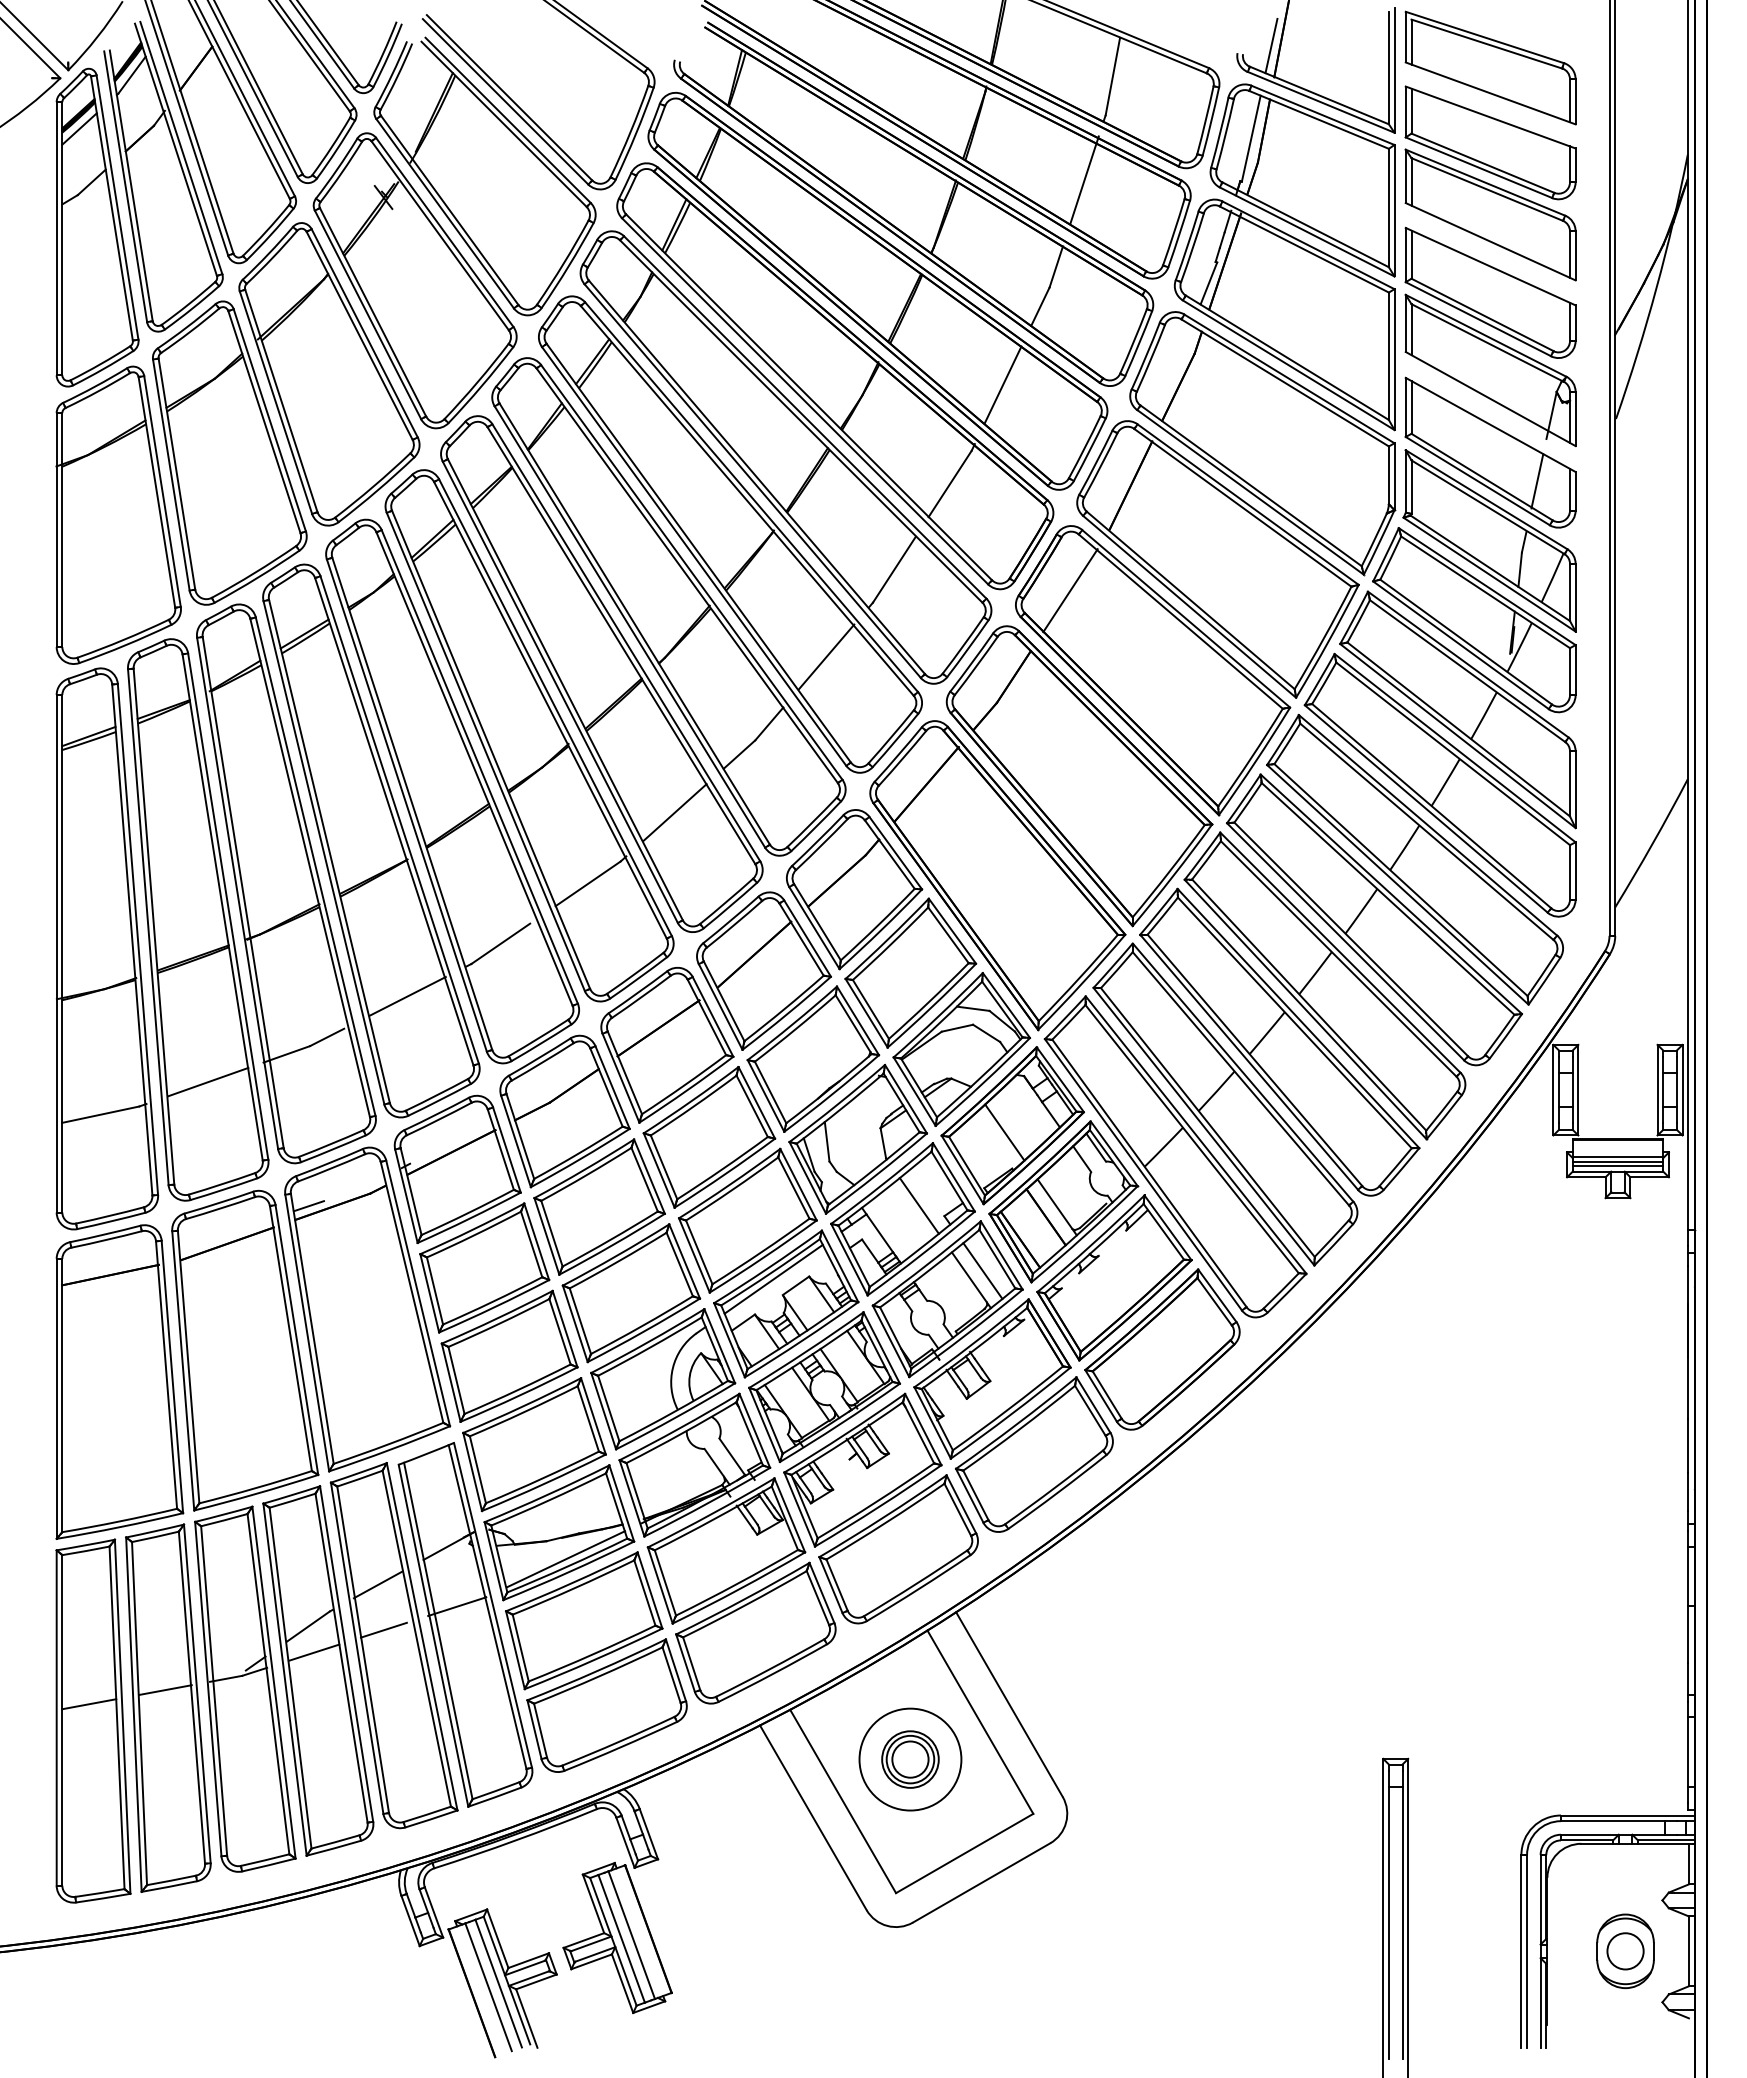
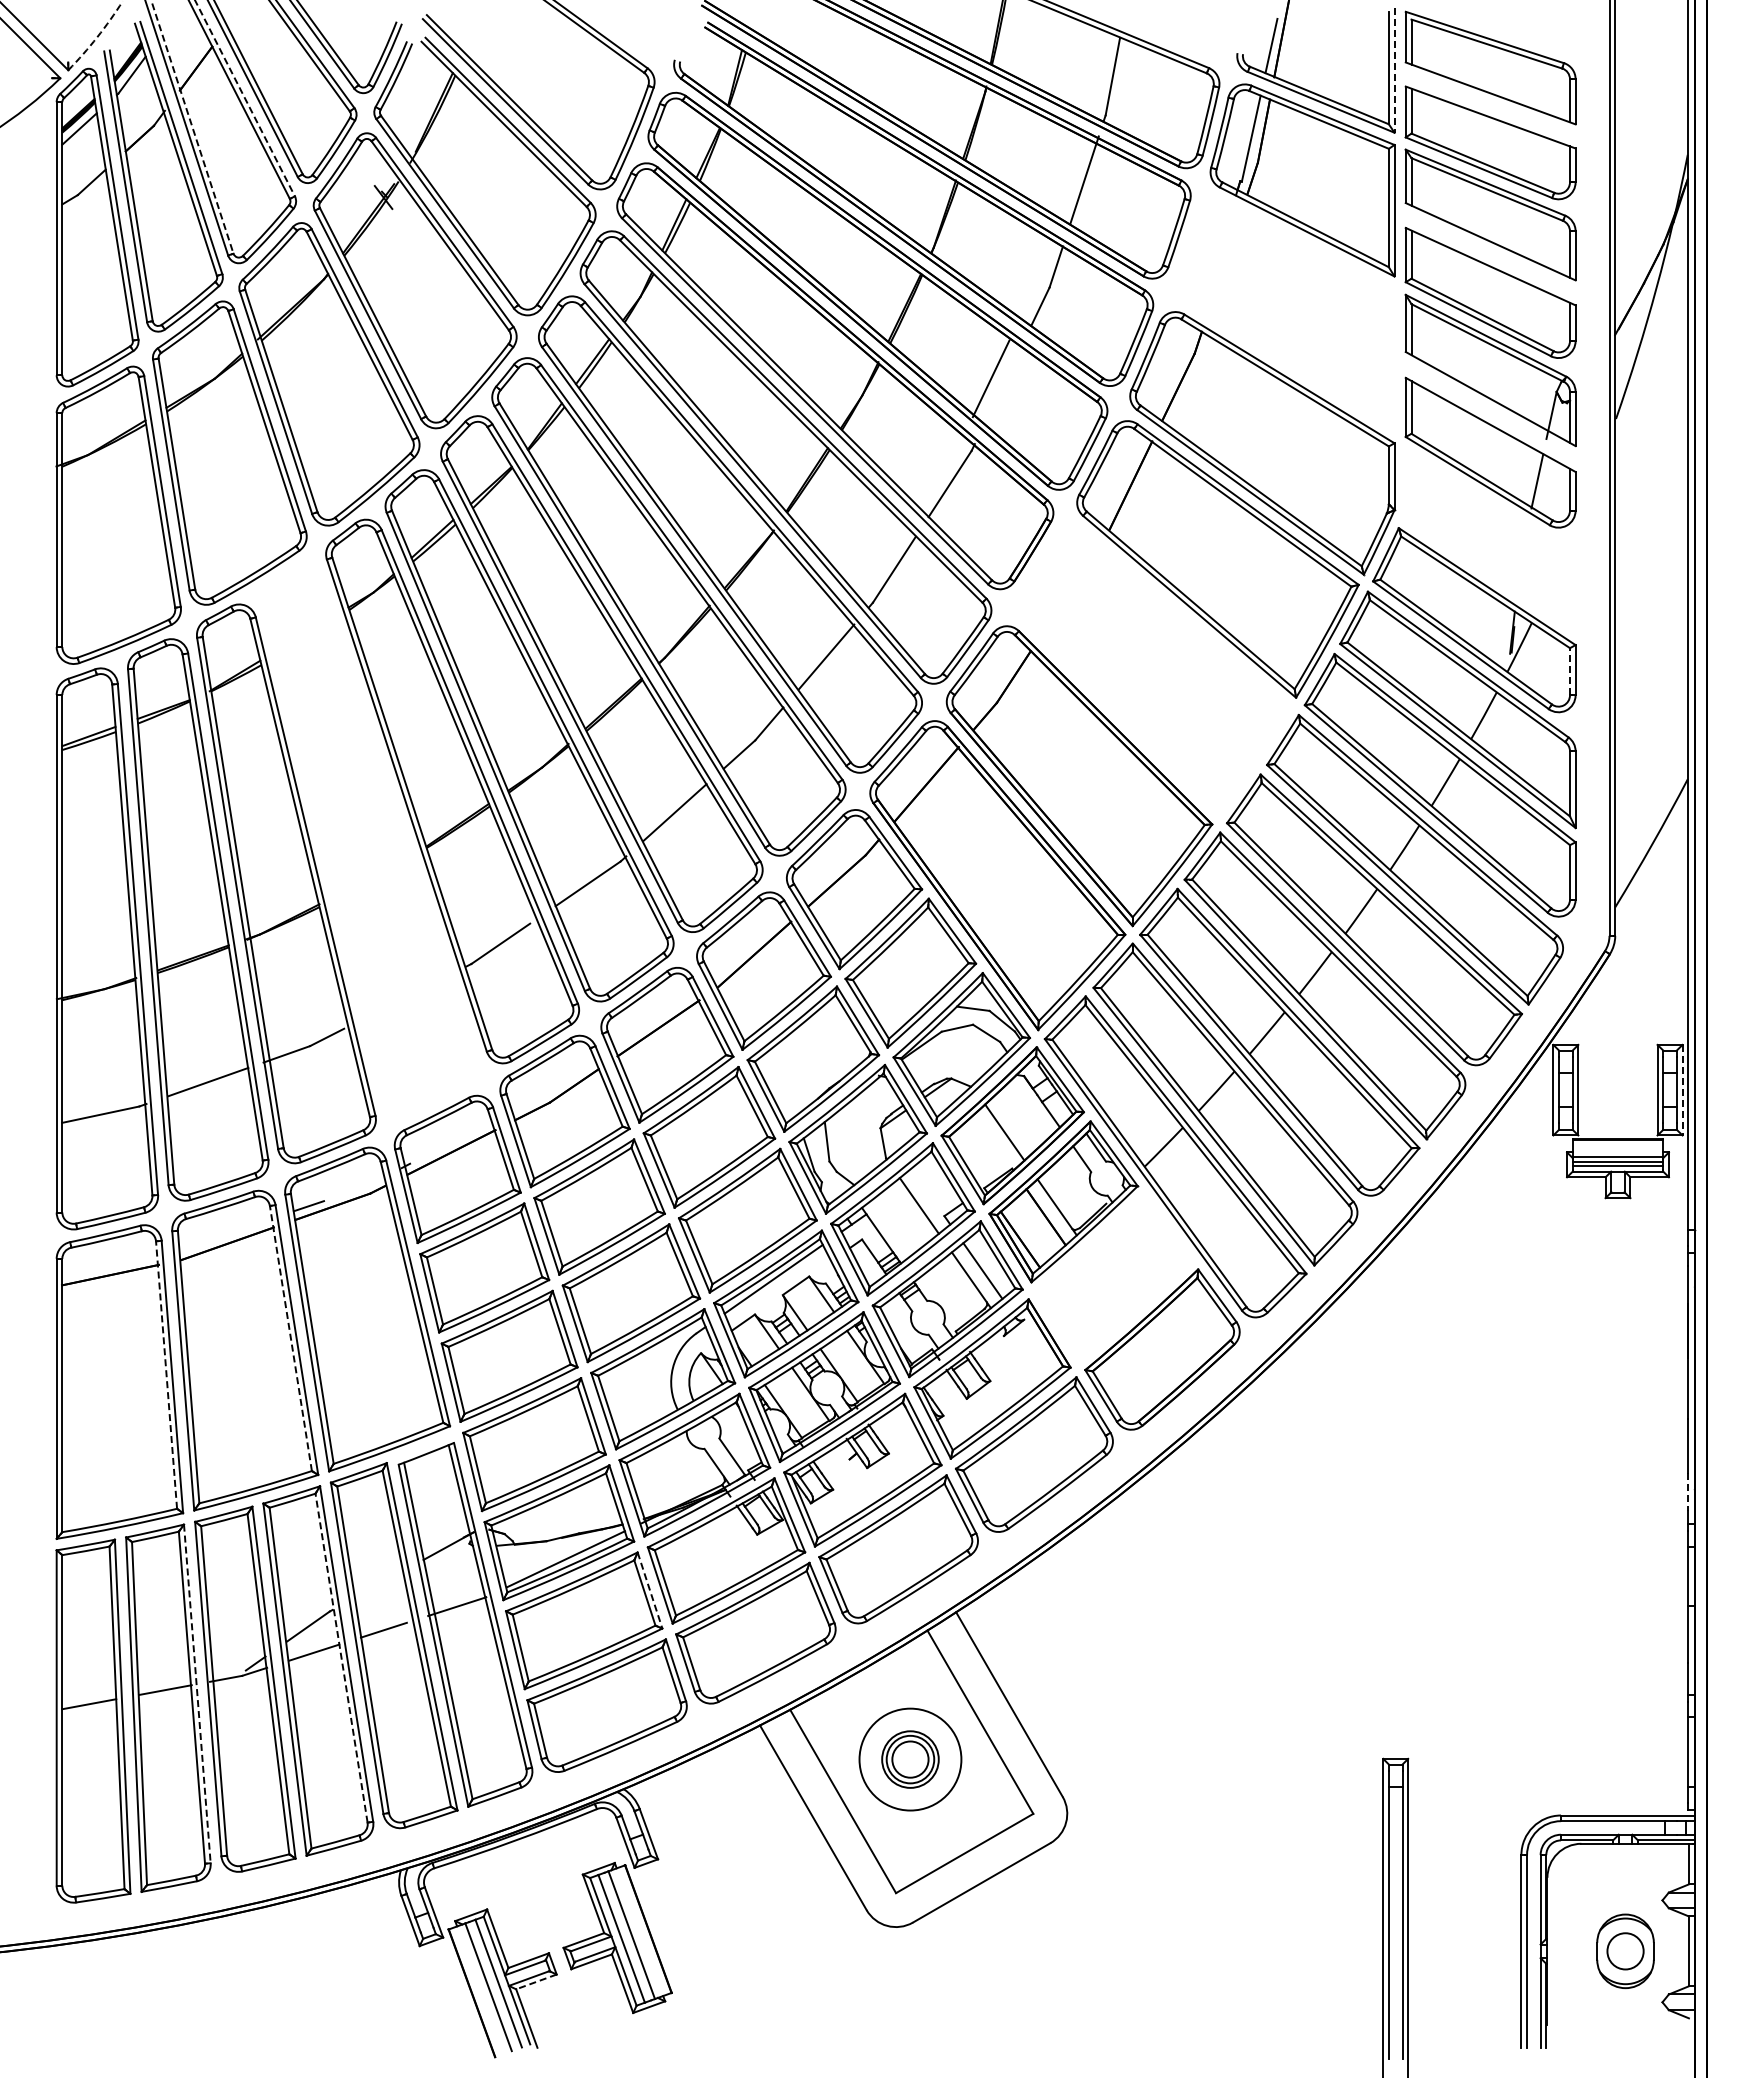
arc at (97, 37): solid -> dashed
line at (1394, 70): solid -> dashed
line at (245, 98): solid -> dashed
line at (192, 127): solid -> dashed
part at (1284, 314): present -> none
line at (1002, 384) position: (1002, 384) -> (990, 378)
part at (1489, 540): present -> none
part at (1153, 670): present -> none
line at (1569, 671): solid -> dashed
part at (371, 840): present -> none
line at (1682, 1090): solid -> dashed
part at (1114, 1277): present -> none
line at (290, 1338): solid -> dashed
line at (166, 1374): solid -> dashed
line at (1687, 1491): solid -> dashed
line at (377, 1584): present -> none
line at (650, 1590): solid -> dashed
line at (341, 1658): solid -> dashed
line at (197, 1693): solid -> dashed
line at (536, 1981): solid -> dashed
